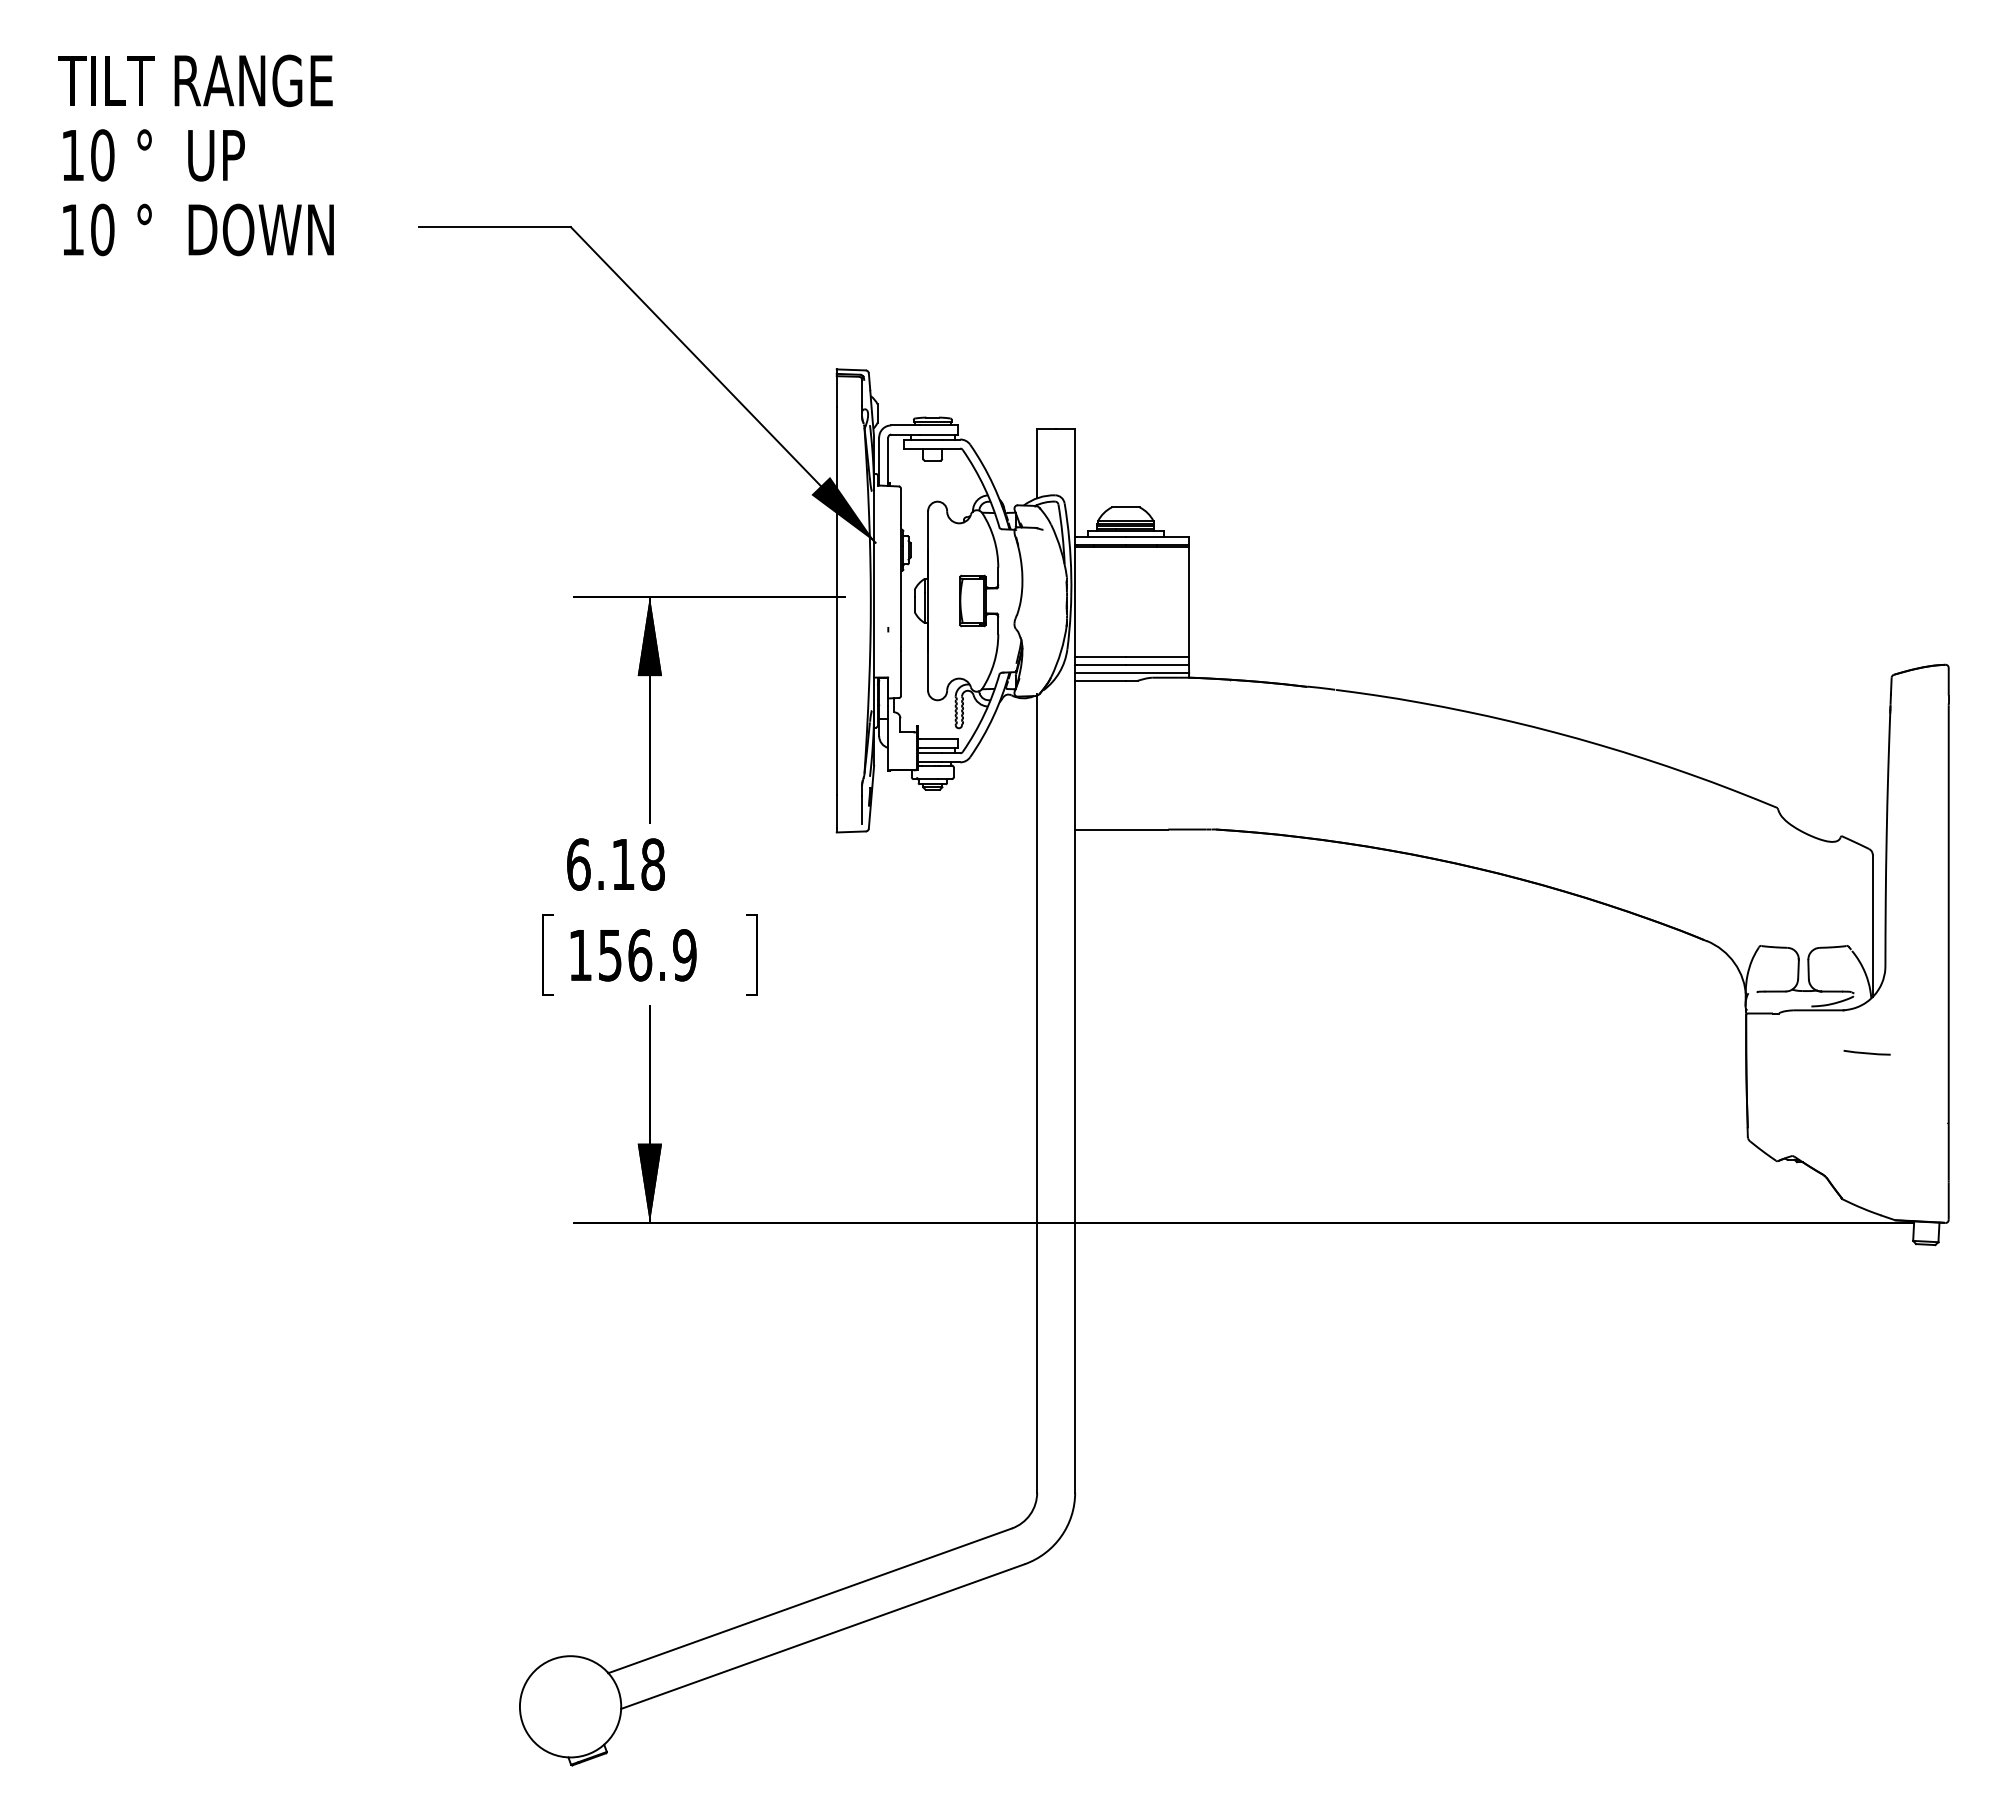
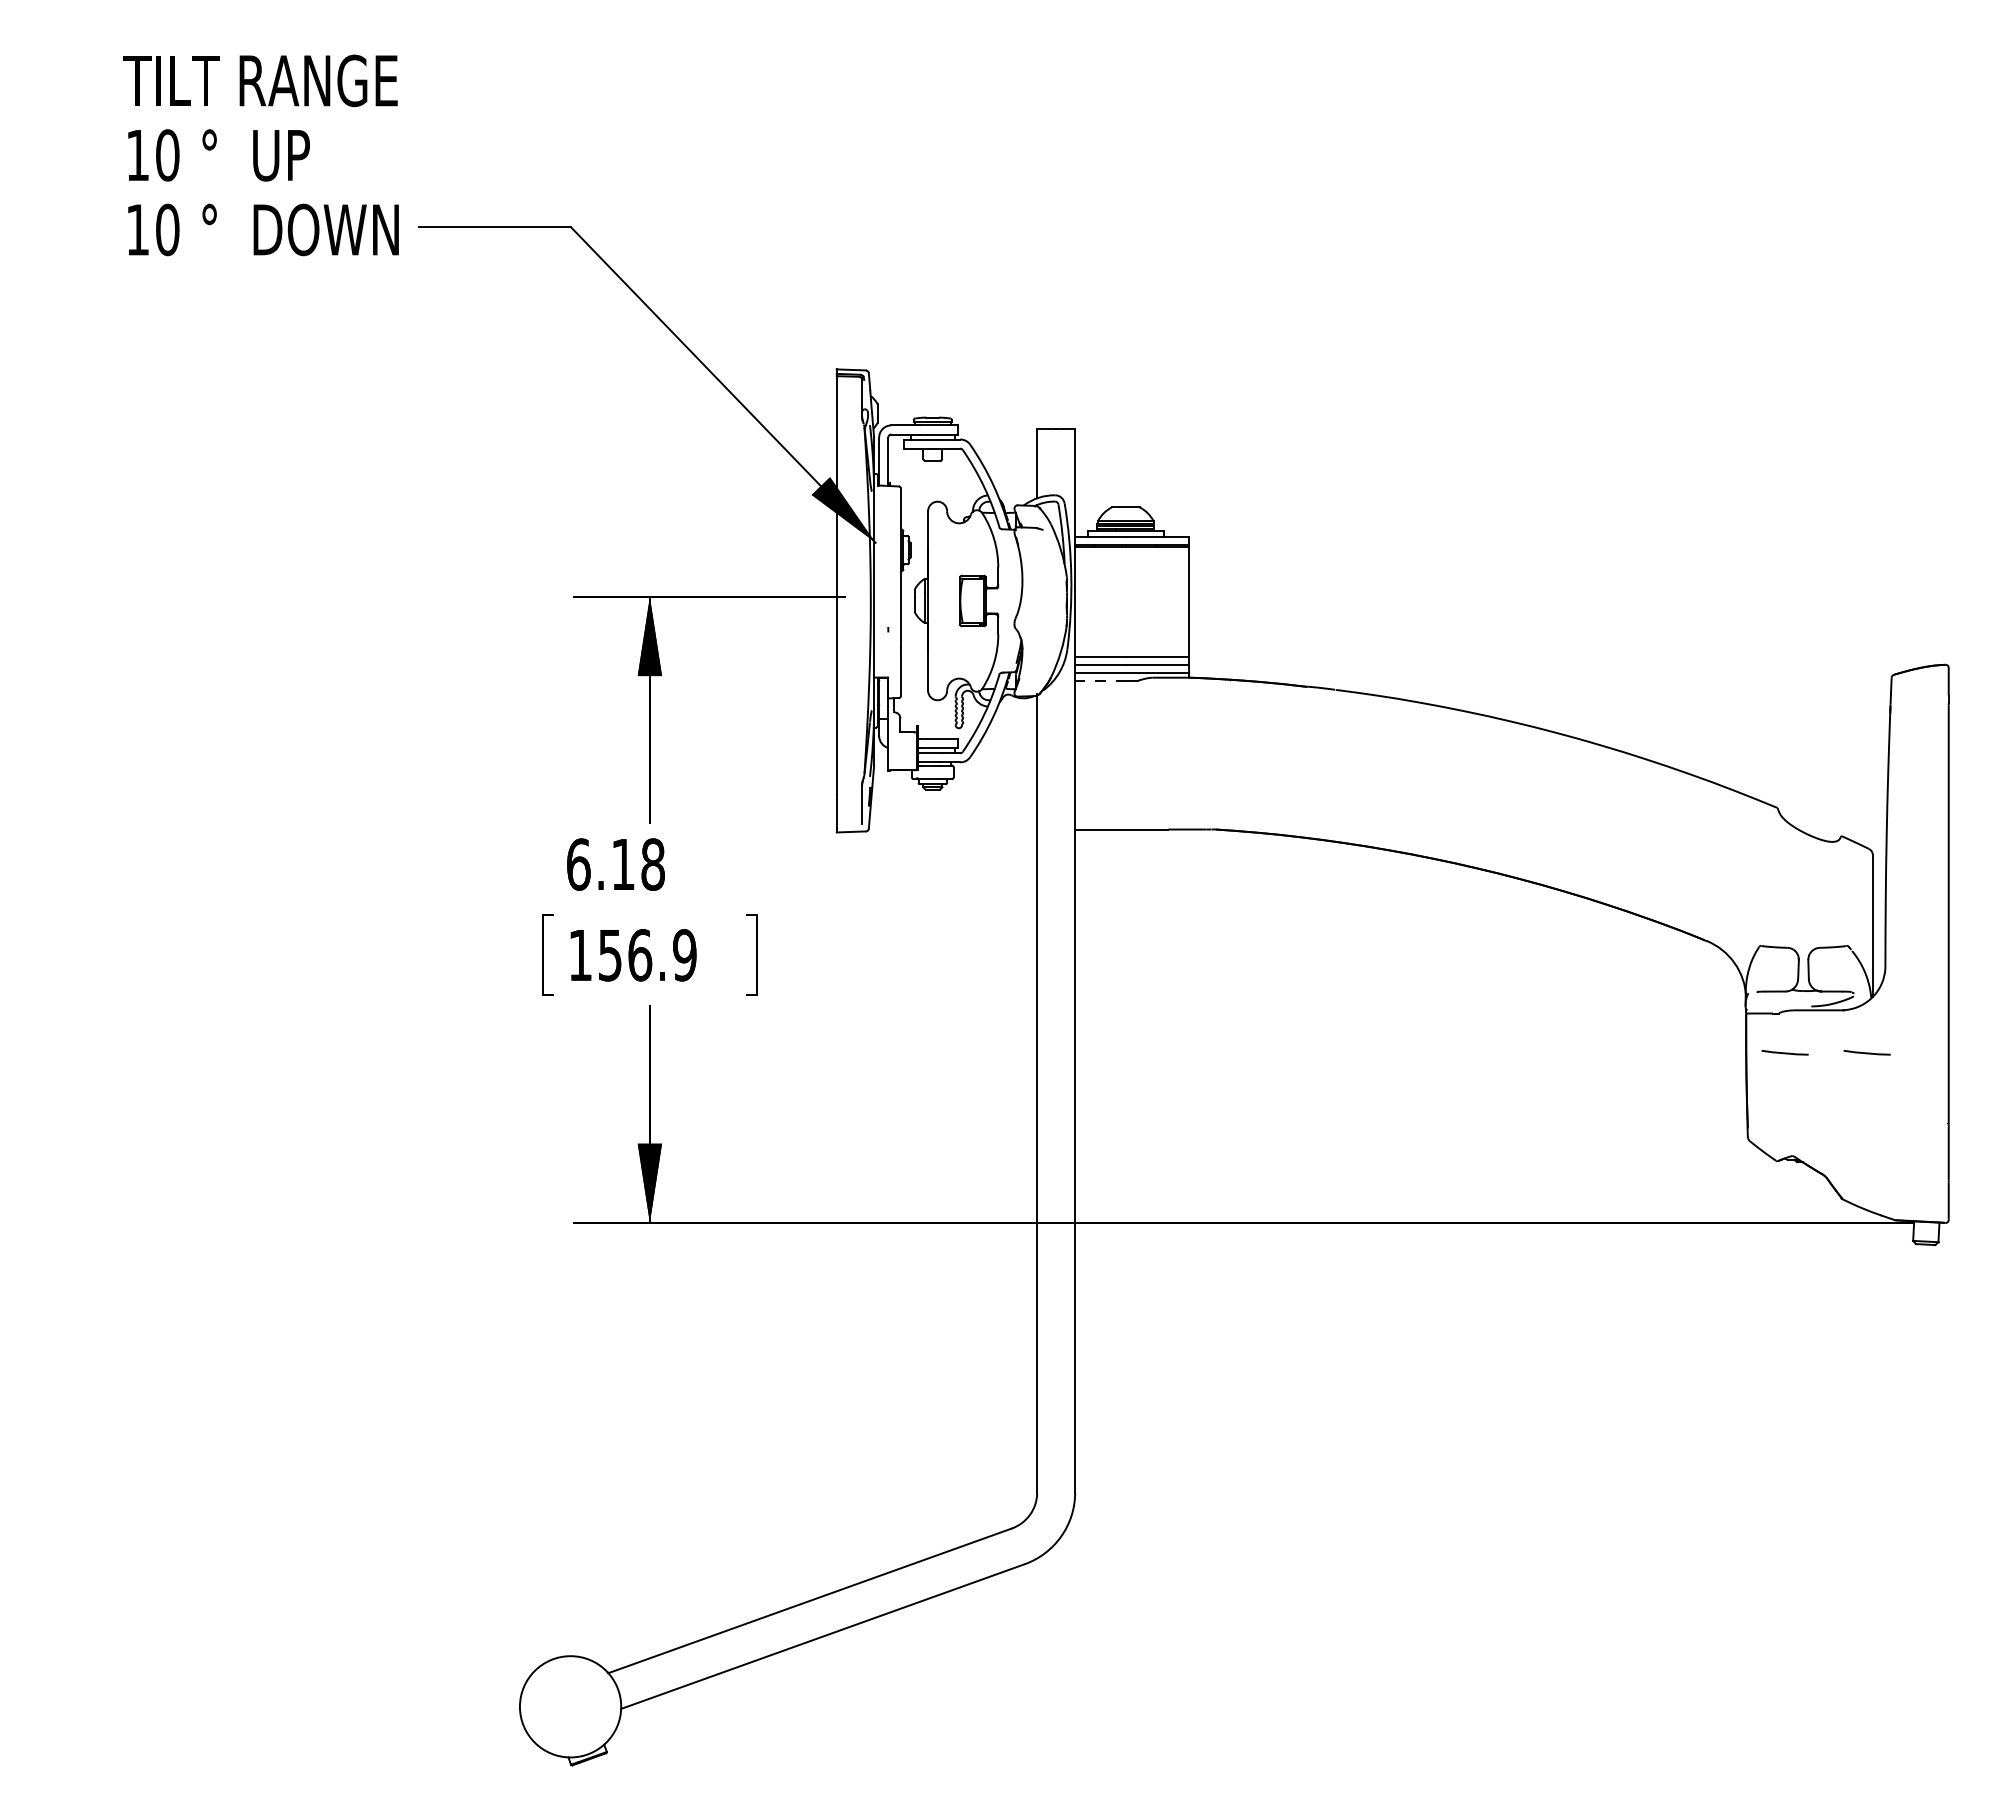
text at (195, 155) position: (195, 155) -> (260, 155)
line at (1099, 680): solid -> dashed
line at (1784, 1052): none -> present
